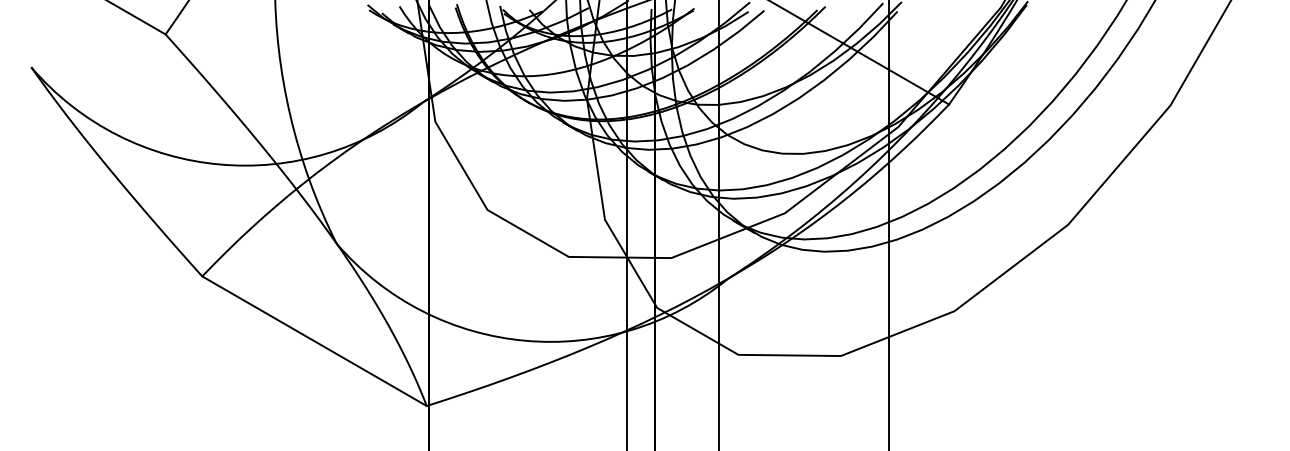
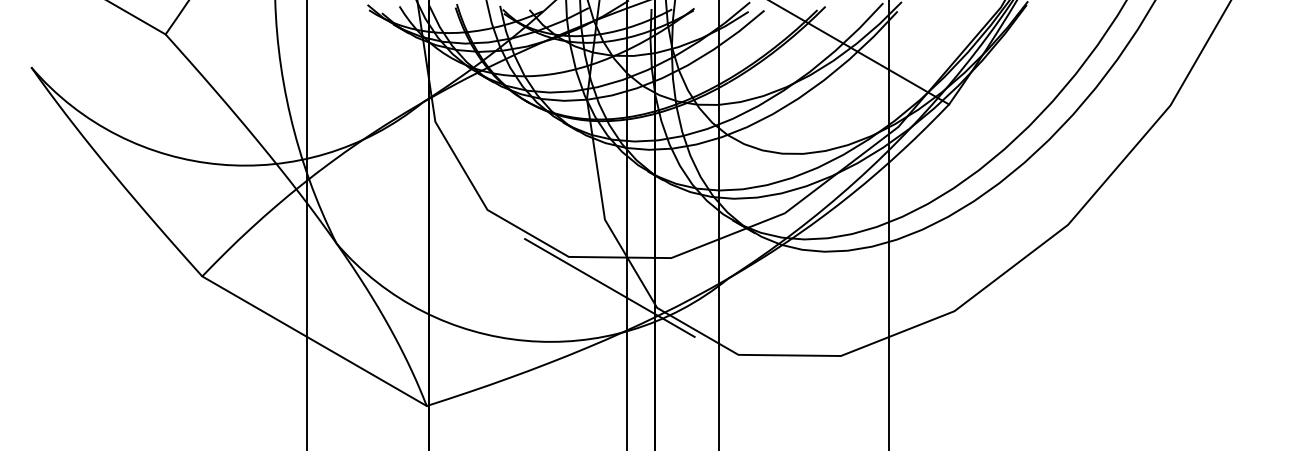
line at (307, 224): none -> present
line at (609, 287): none -> present
